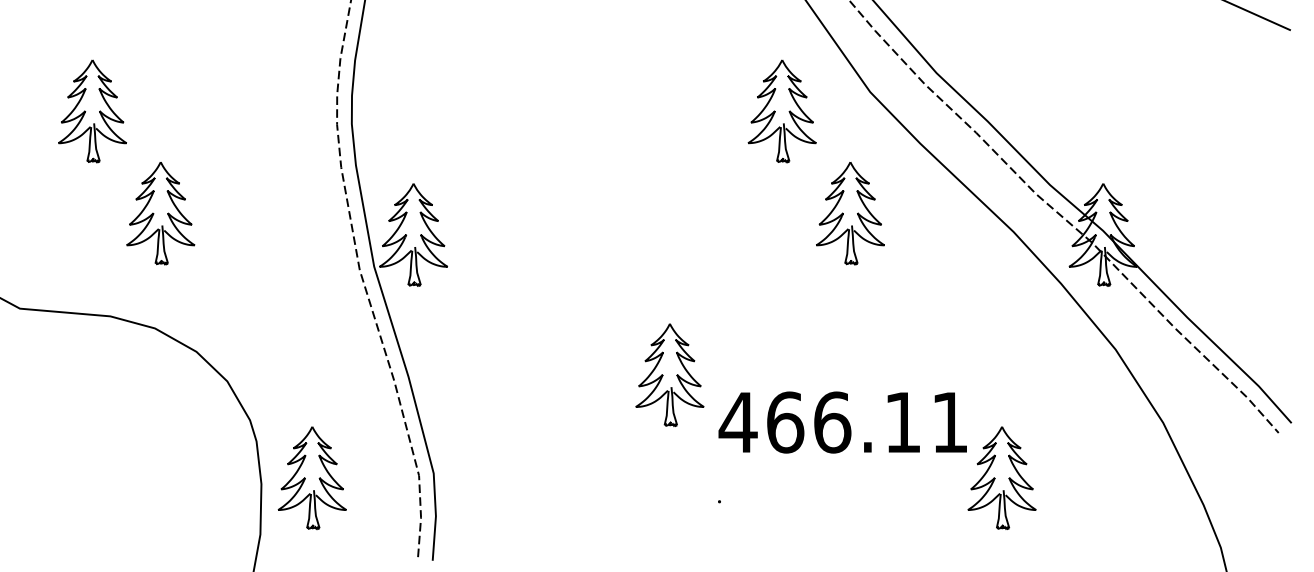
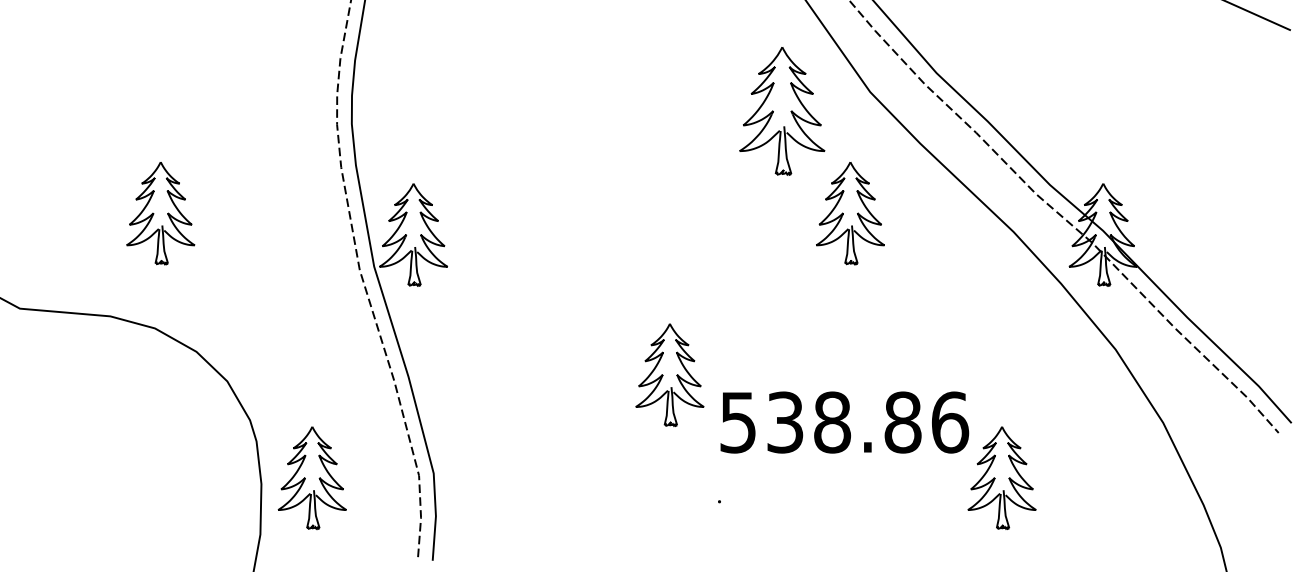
part at (92, 111): present -> none
part at (781, 111) size: 70x105 px -> 87x129 px
text at (843, 422): 466.11 -> 538.86
